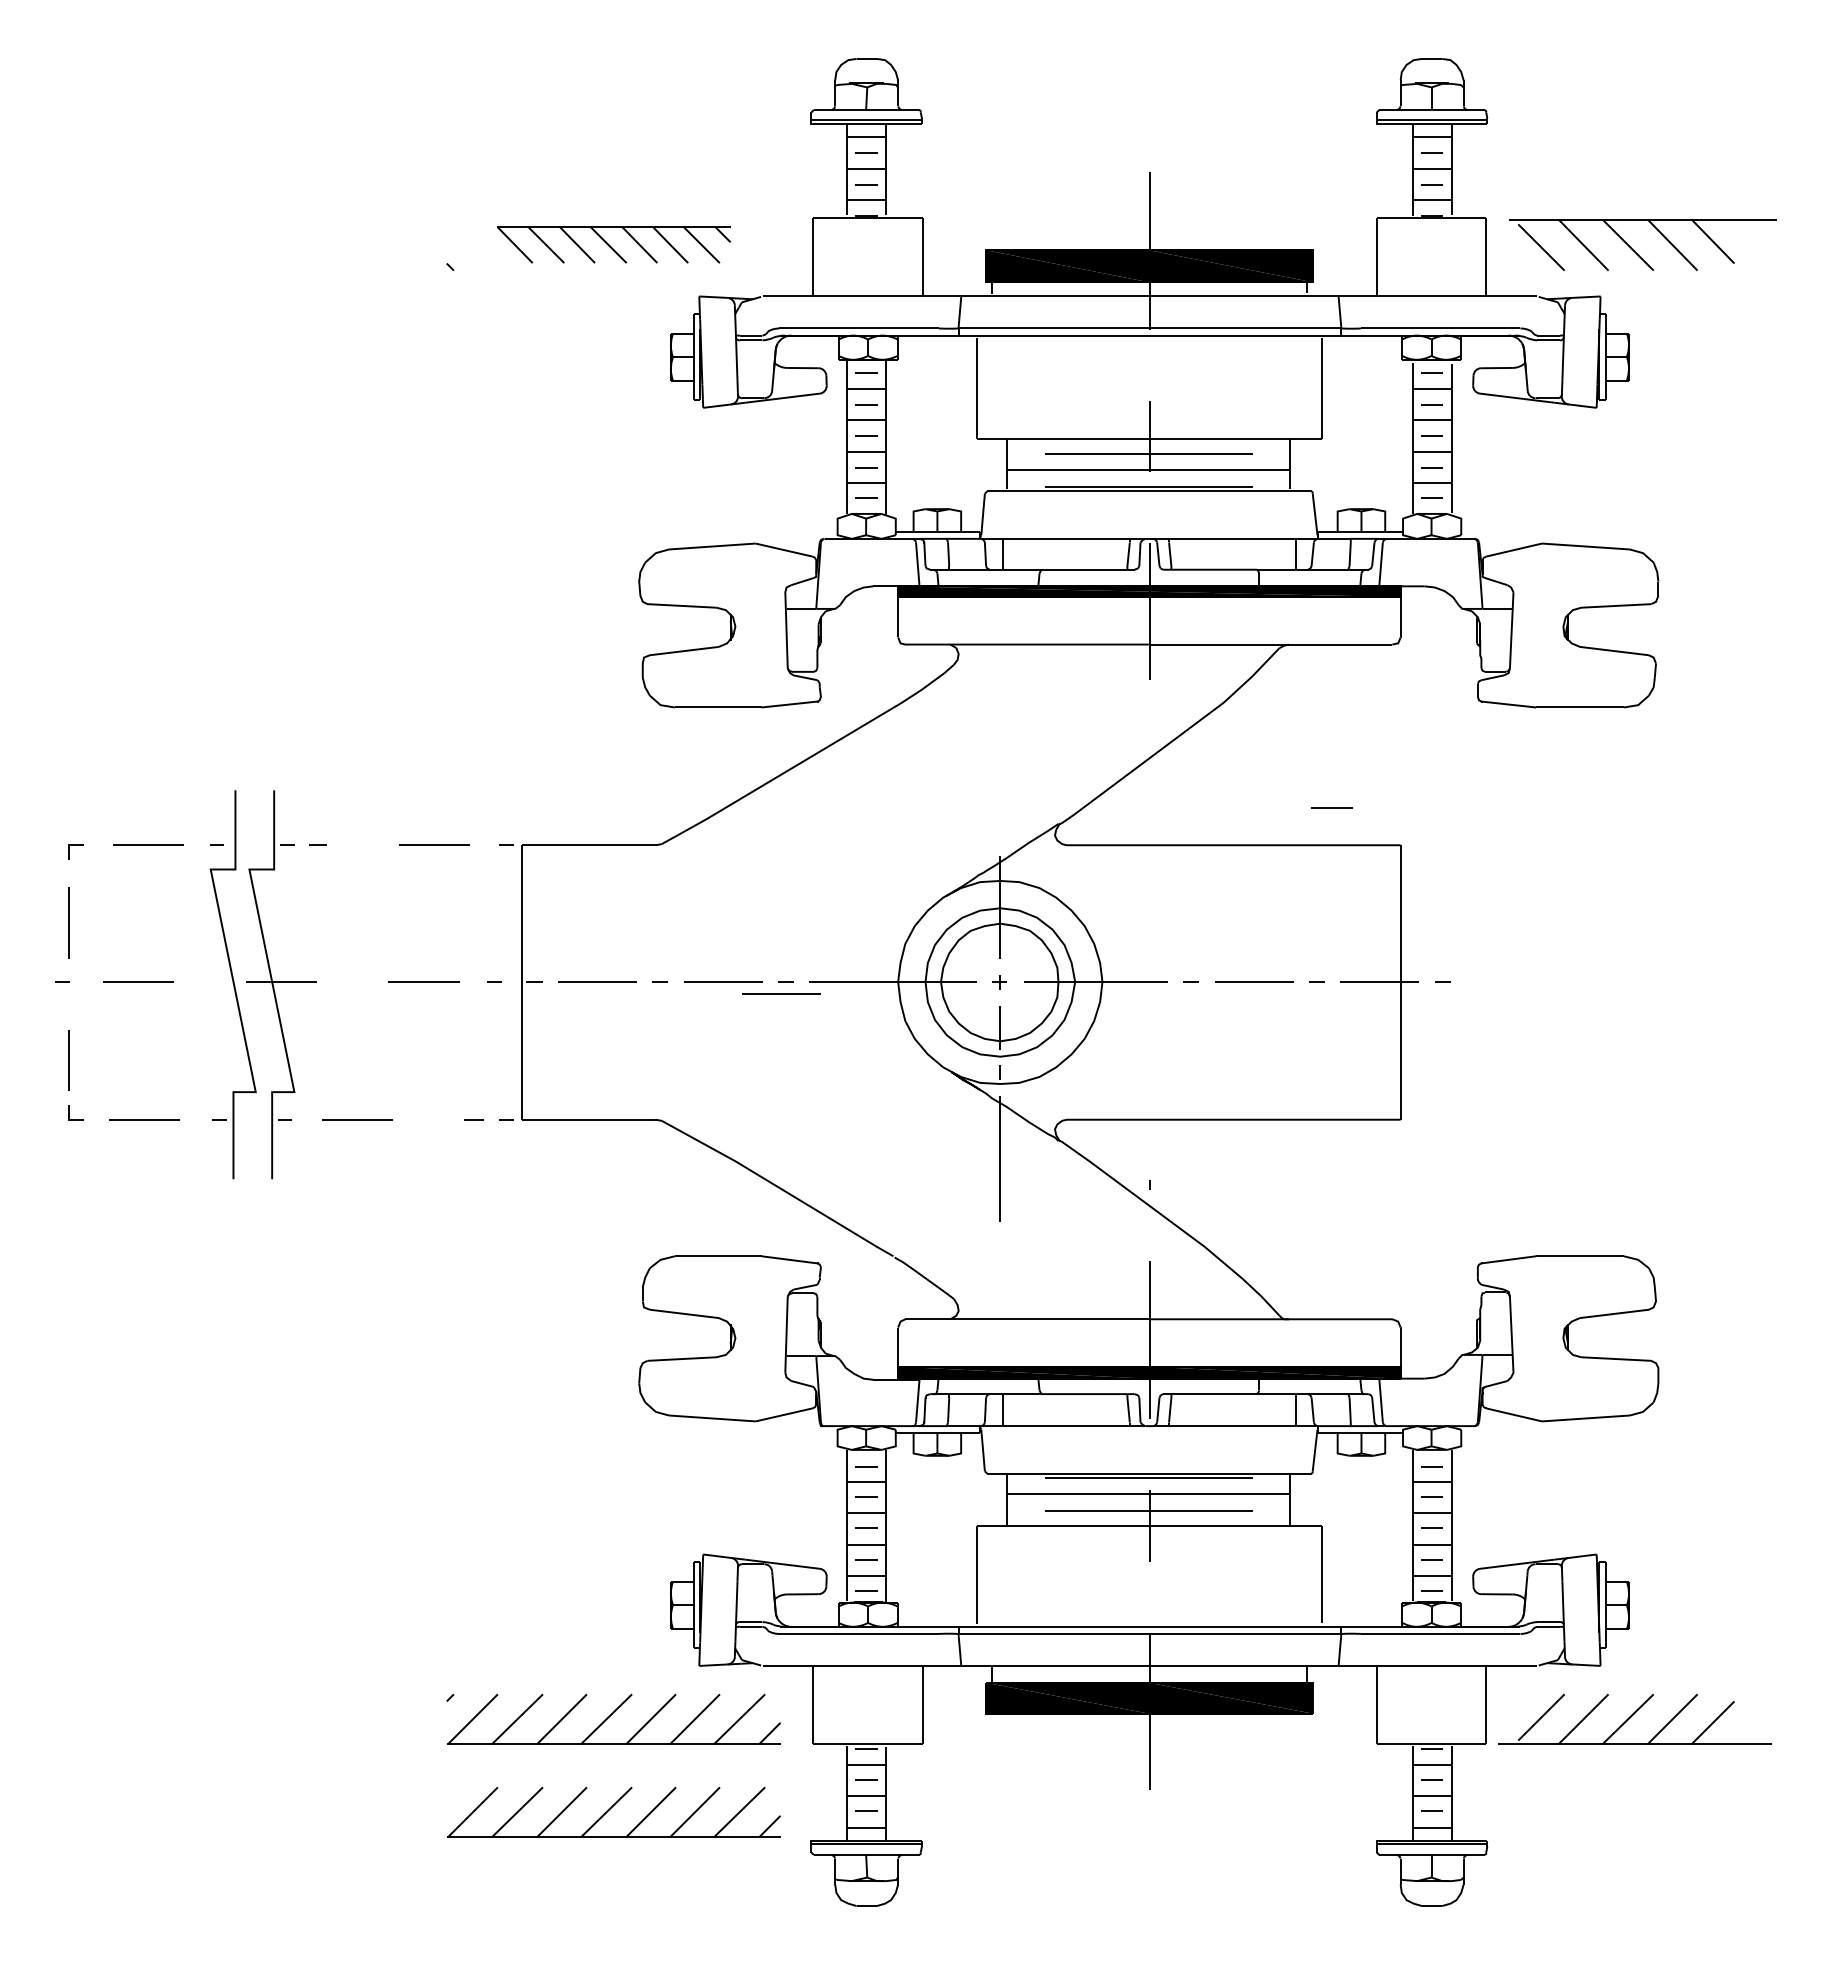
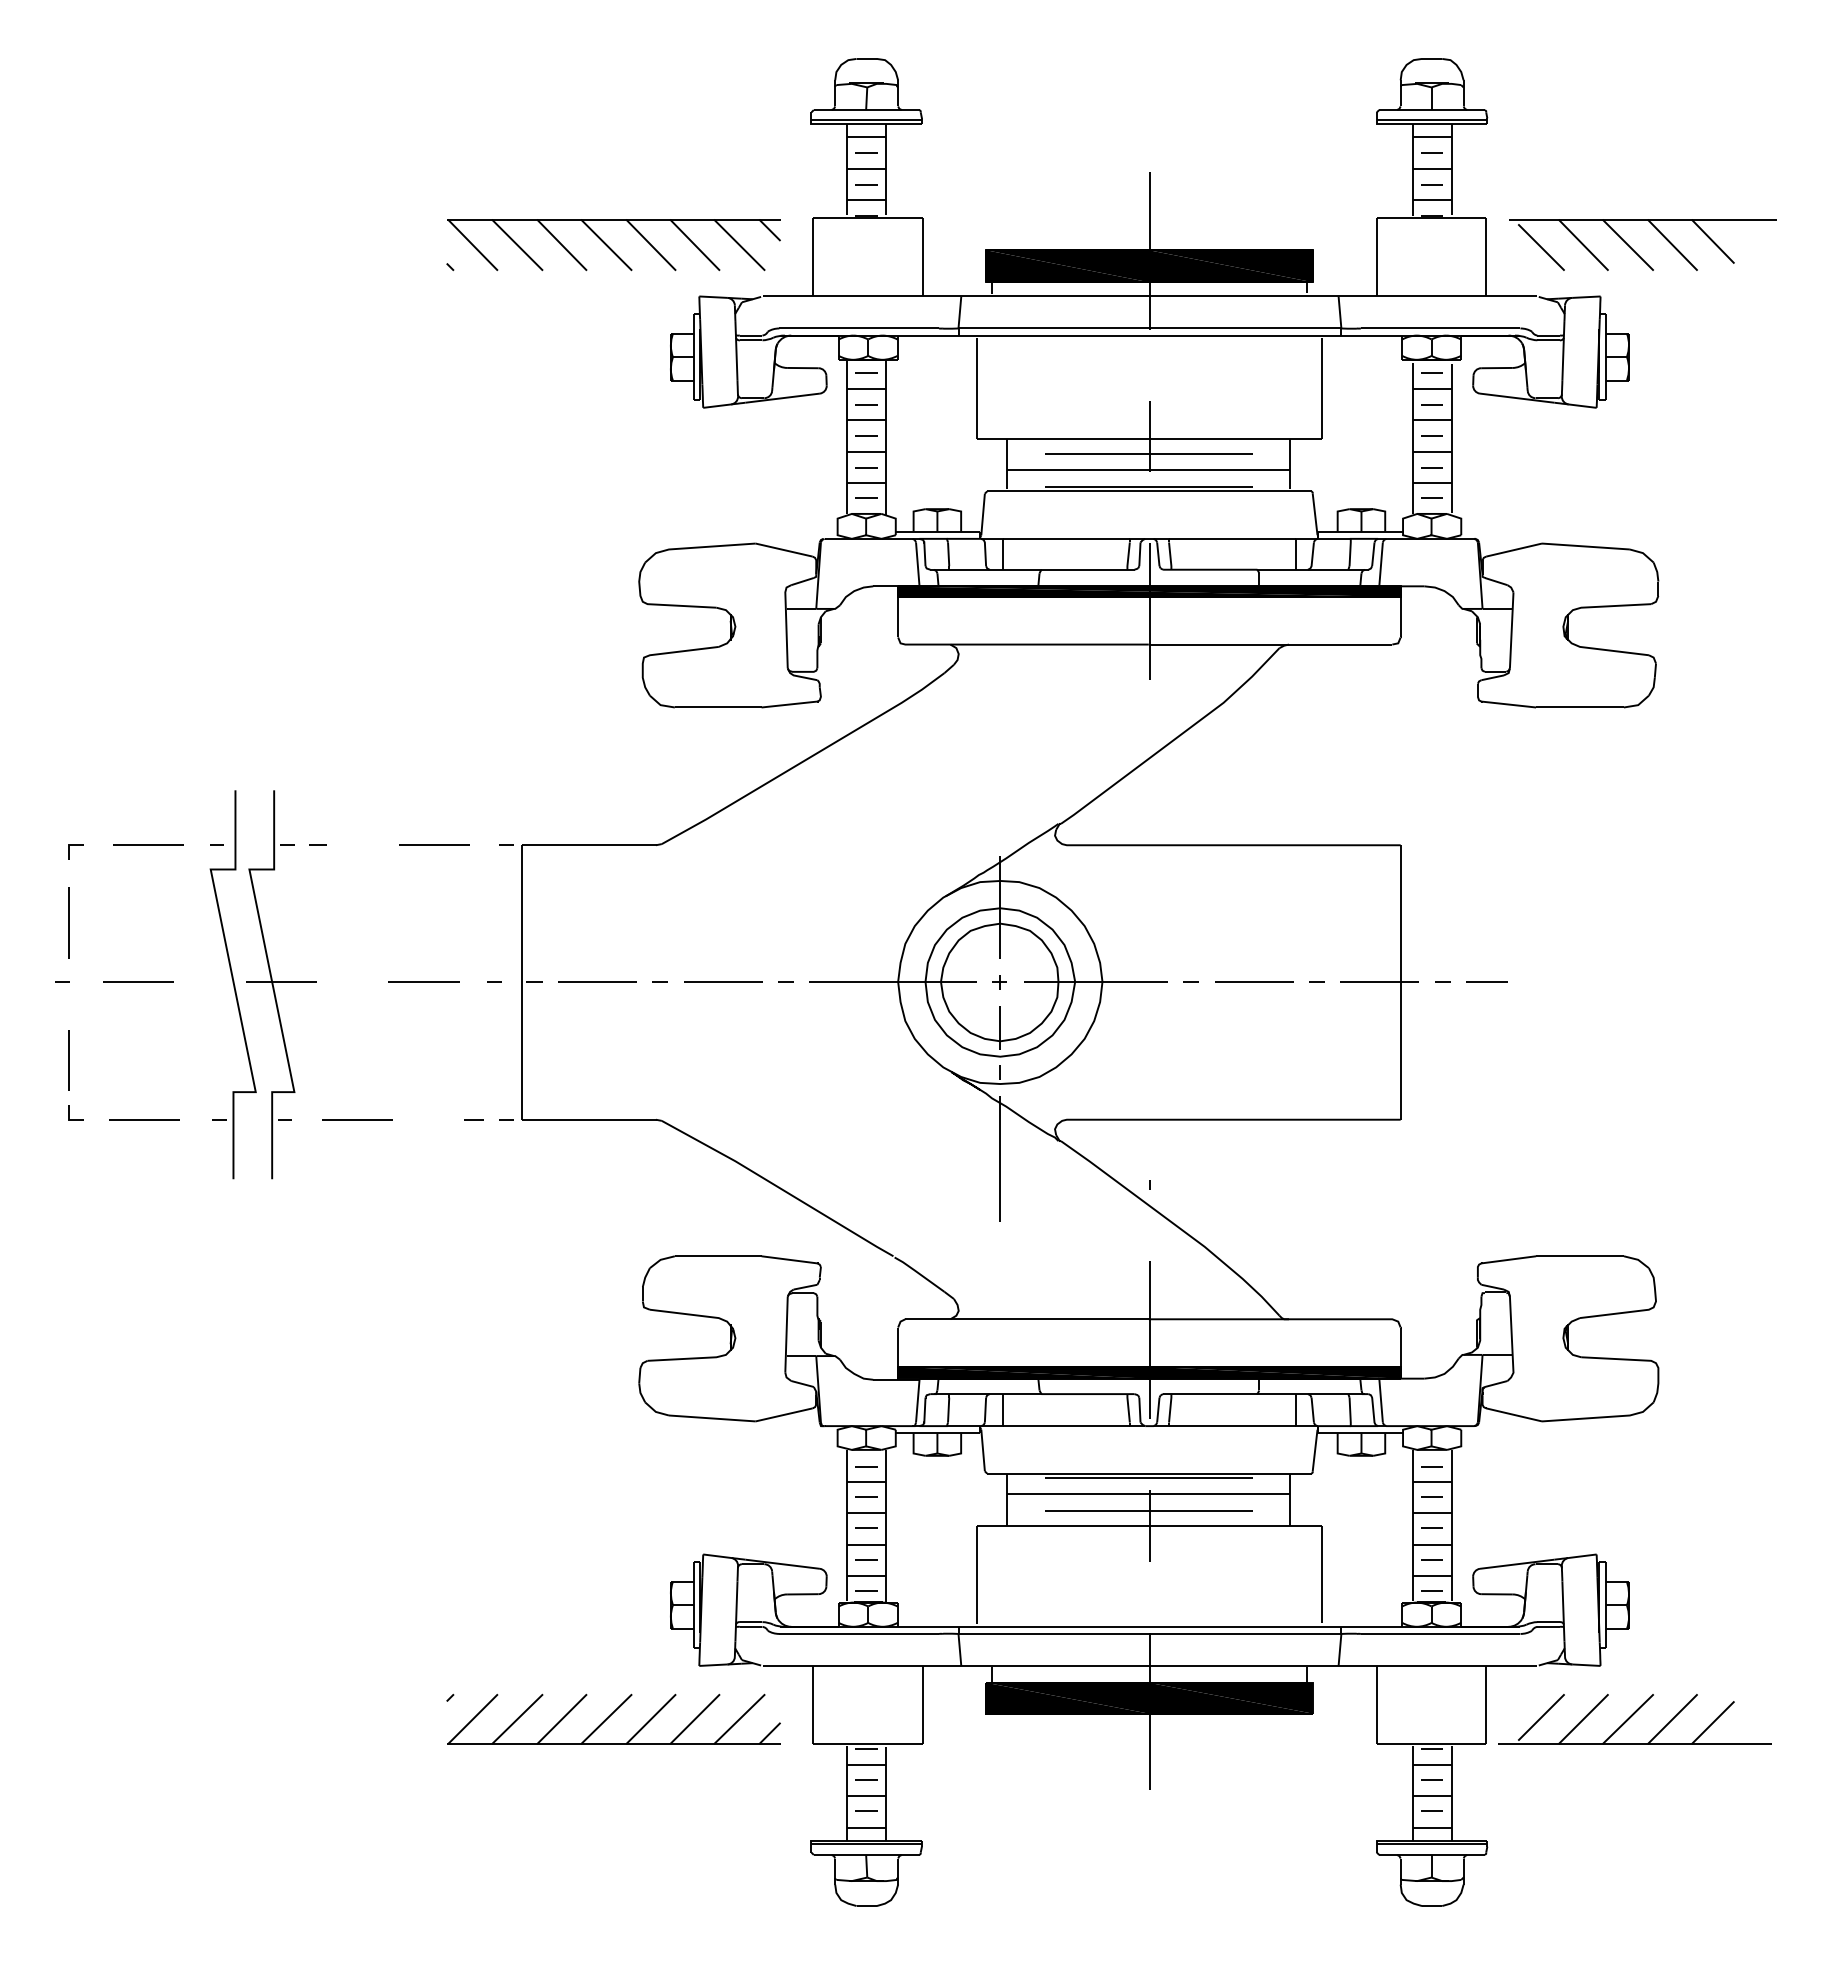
part at (613, 244) size: 234x38 px -> 334x53 px
line at (1331, 807) position: (1331, 807) -> (1486, 981)
line at (781, 993): present -> none
part at (613, 1811): present -> none
